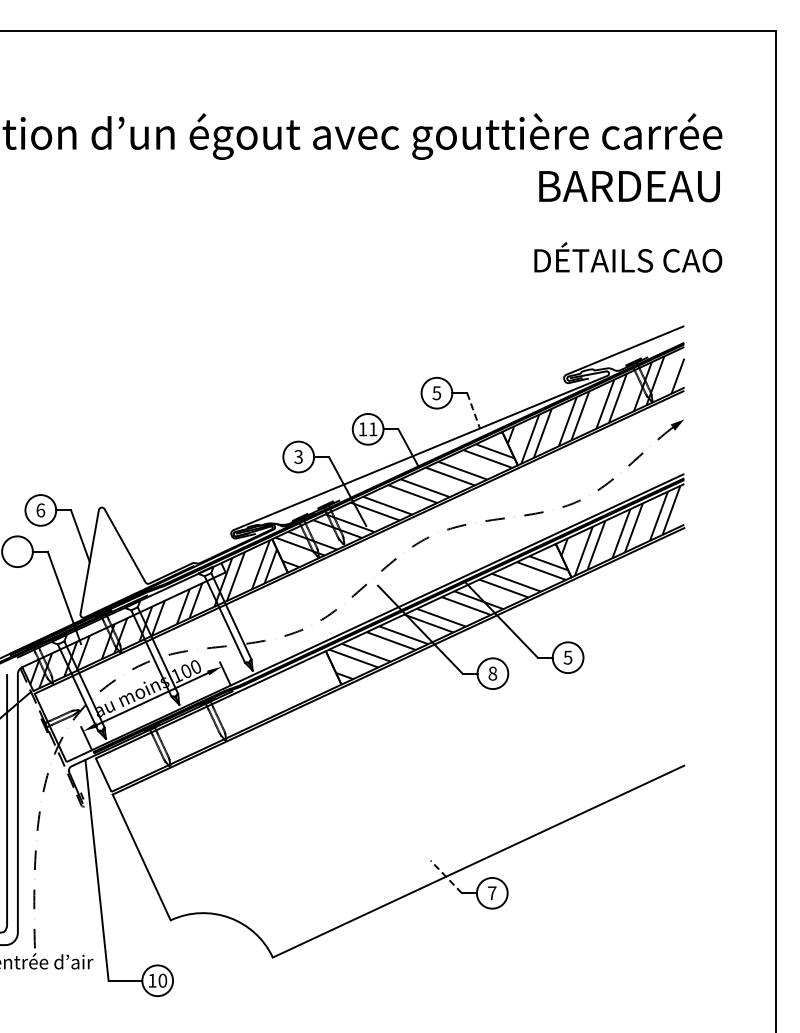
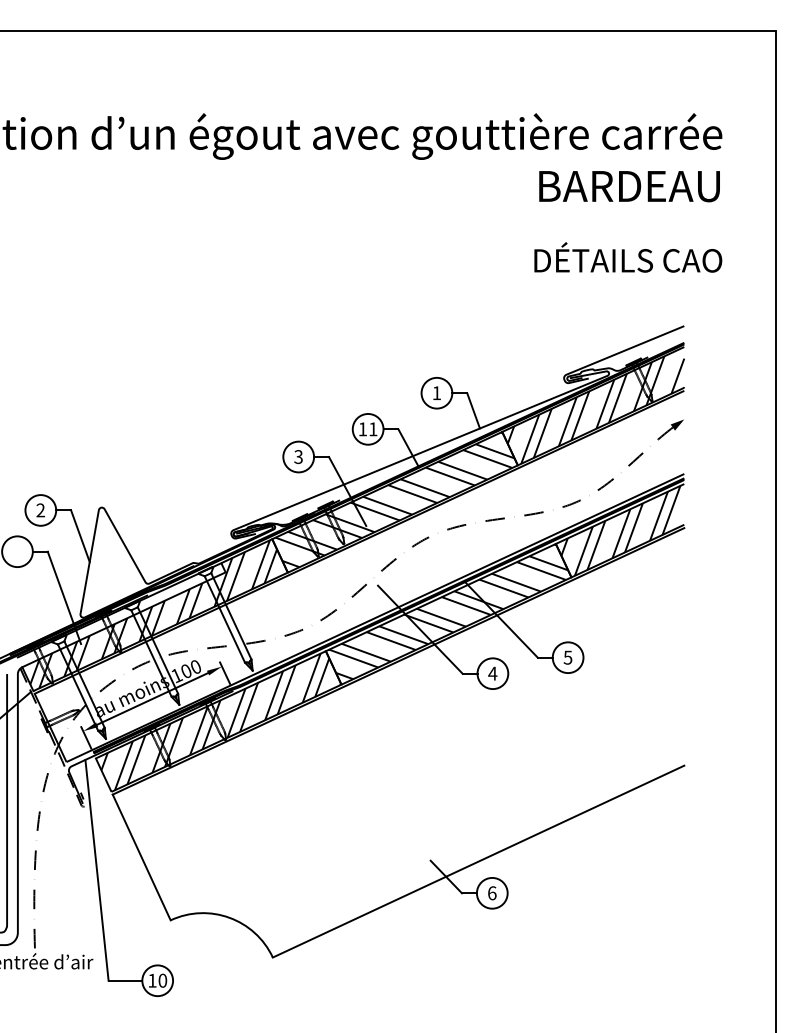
text at (436, 393): 5 -> 1
line at (473, 410): dashed -> solid
text at (40, 510): 6 -> 2
text at (492, 673): 8 -> 4
hatch at (220, 721): none -> present
line at (446, 877): dashed -> solid
text at (492, 893): 7 -> 6
